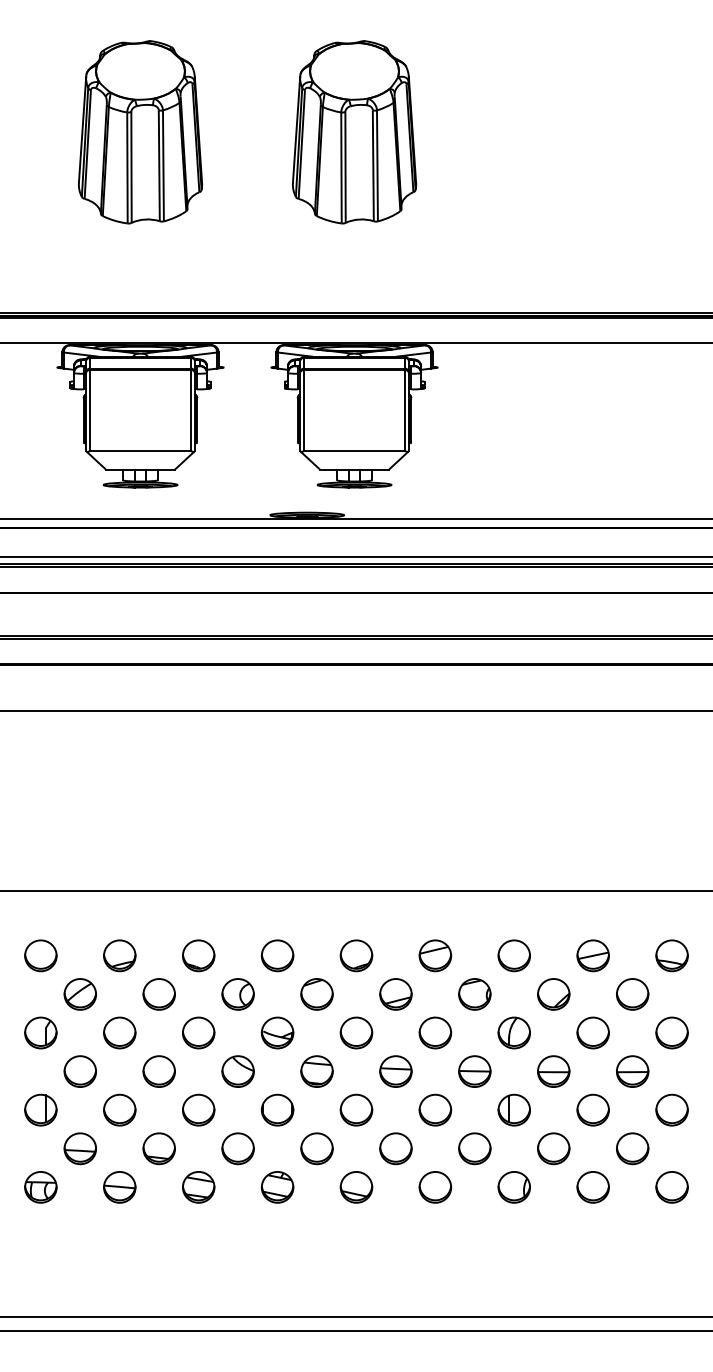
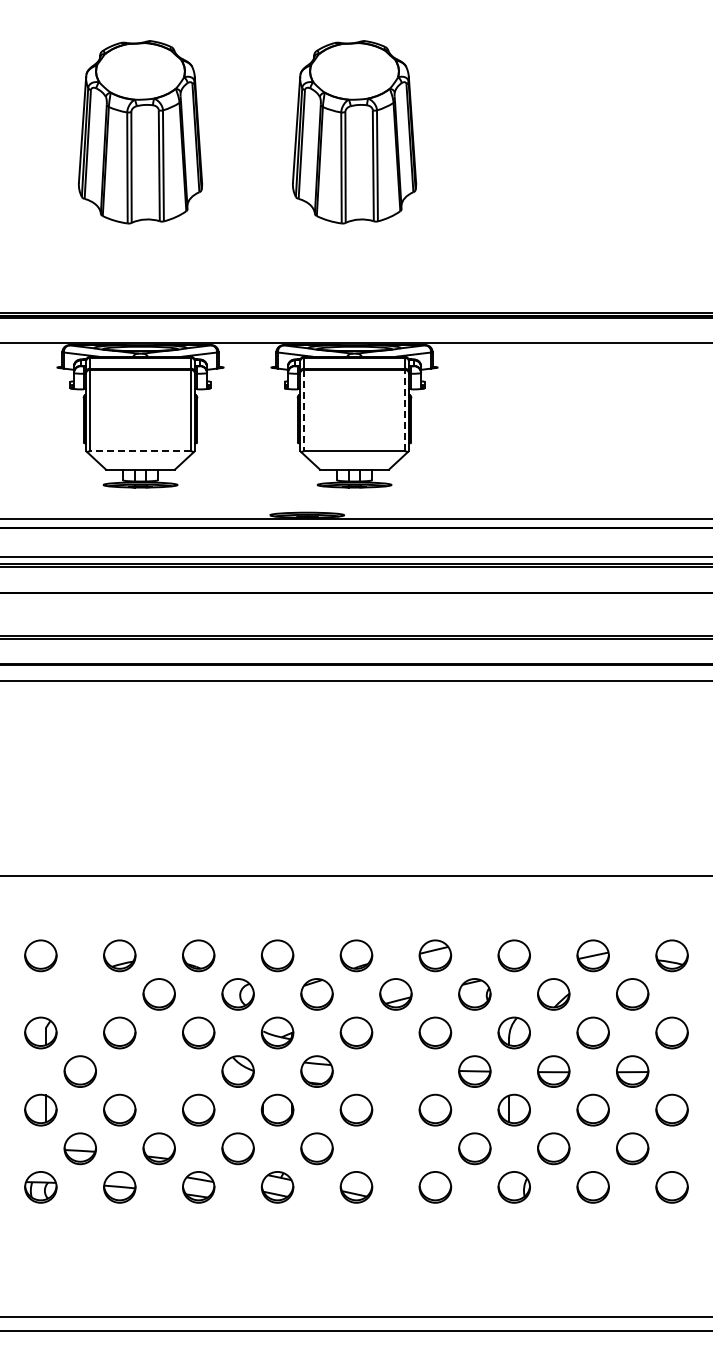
line at (304, 410): solid -> dashed
line at (404, 410): solid -> dashed
line at (140, 451): solid -> dashed
line at (355, 710) position: (355, 710) -> (355, 680)
line at (355, 891) position: (355, 891) -> (355, 876)
part at (79, 994): present -> none
part at (158, 1071): present -> none
part at (395, 1071): present -> none
part at (395, 1148): present -> none
